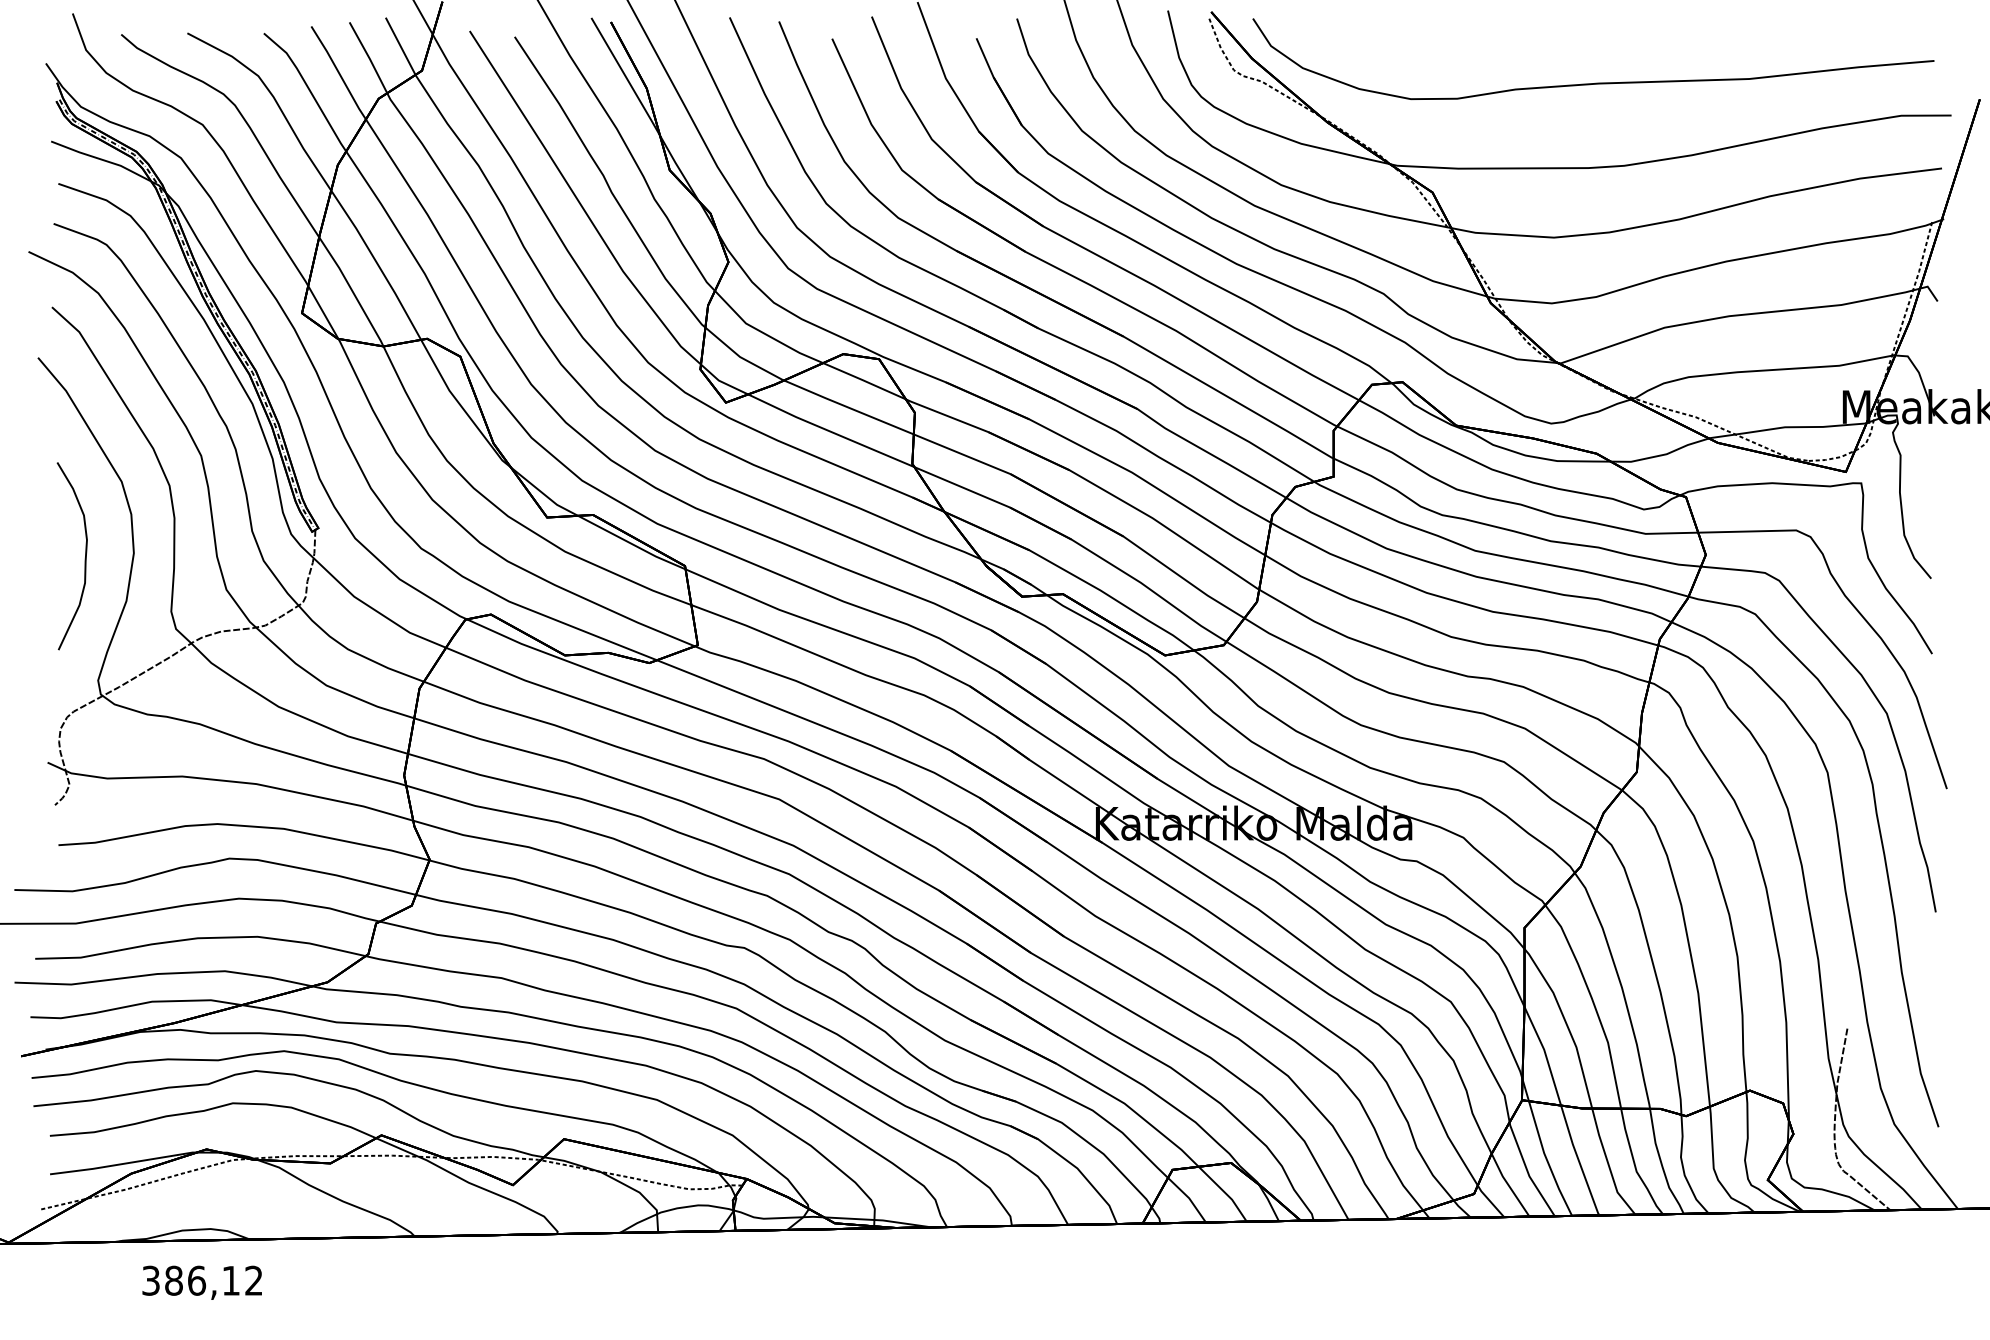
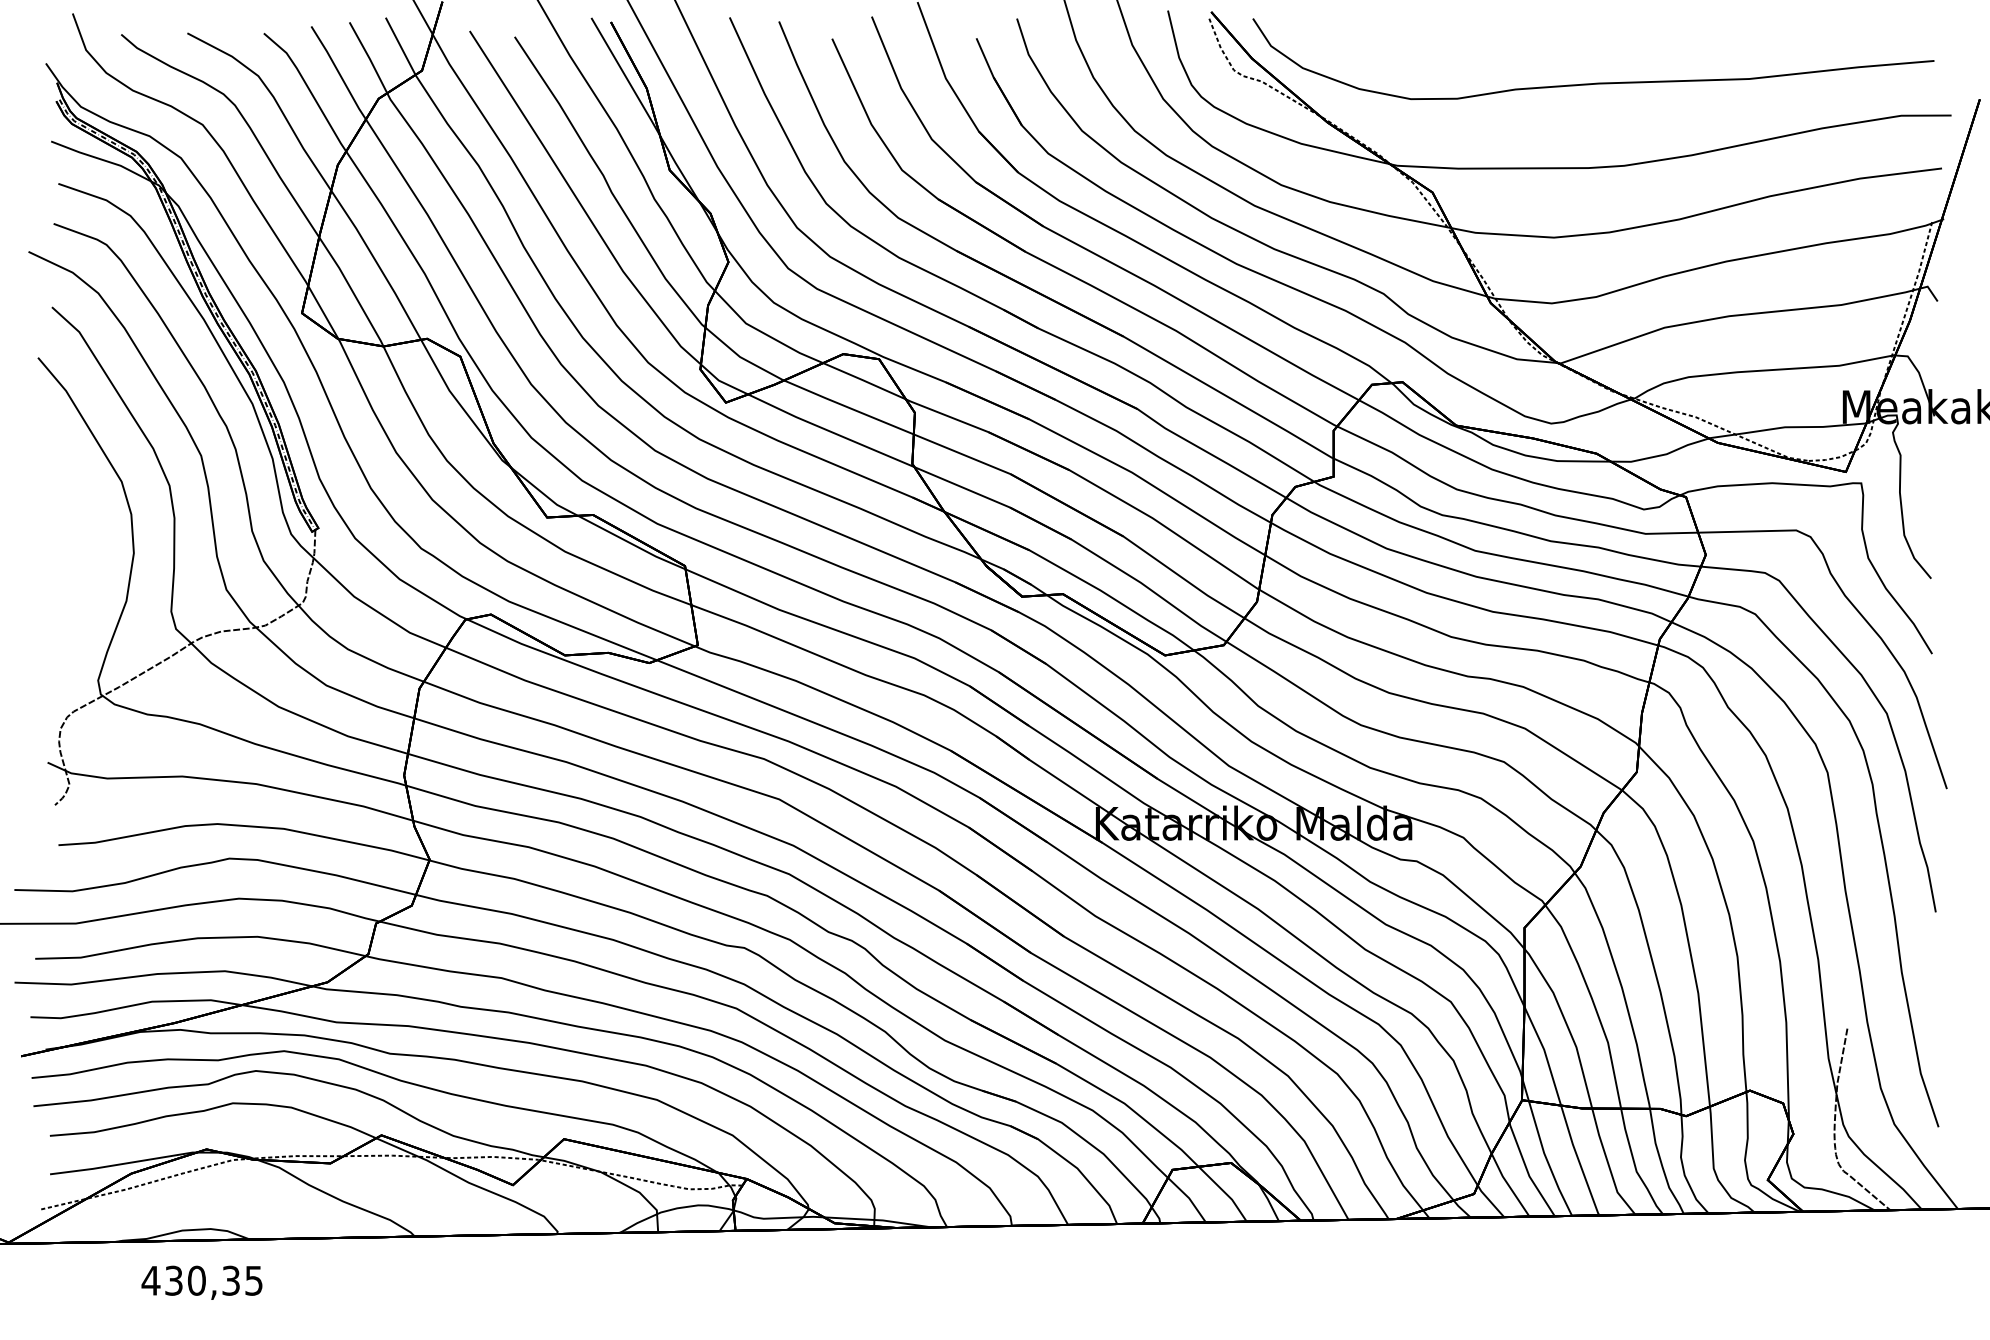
curve at (84, 558): present -> none
text at (201, 1280): 386,12 -> 430,35
